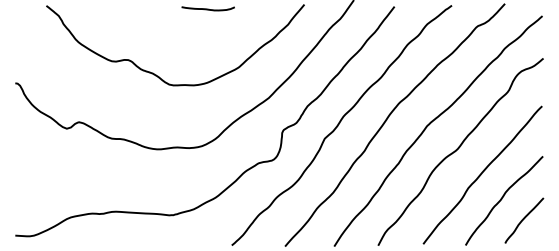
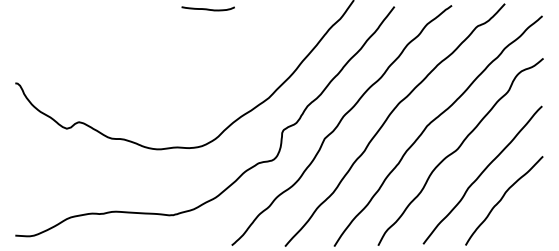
curve at (158, 75): present -> none
curve at (524, 219): present -> none
